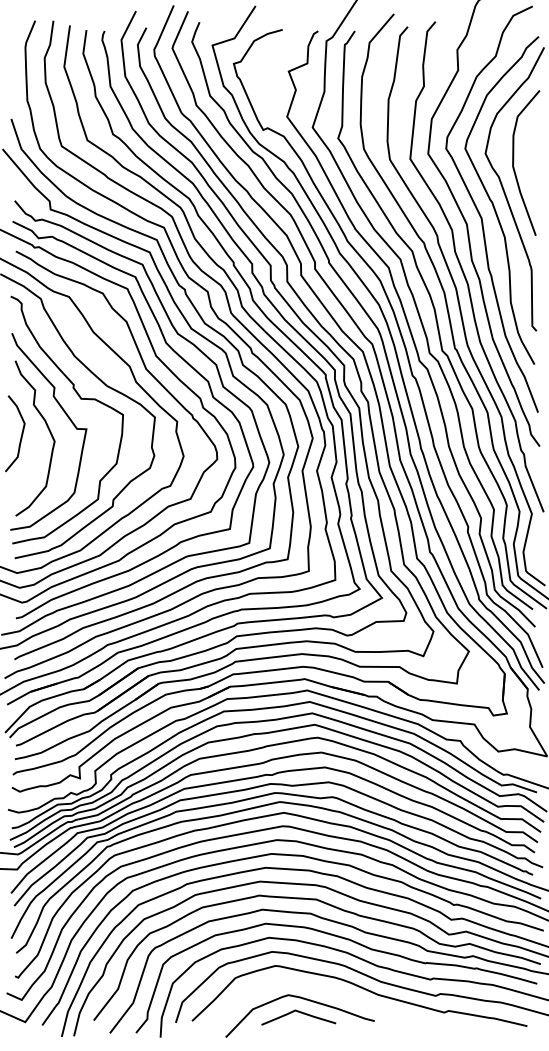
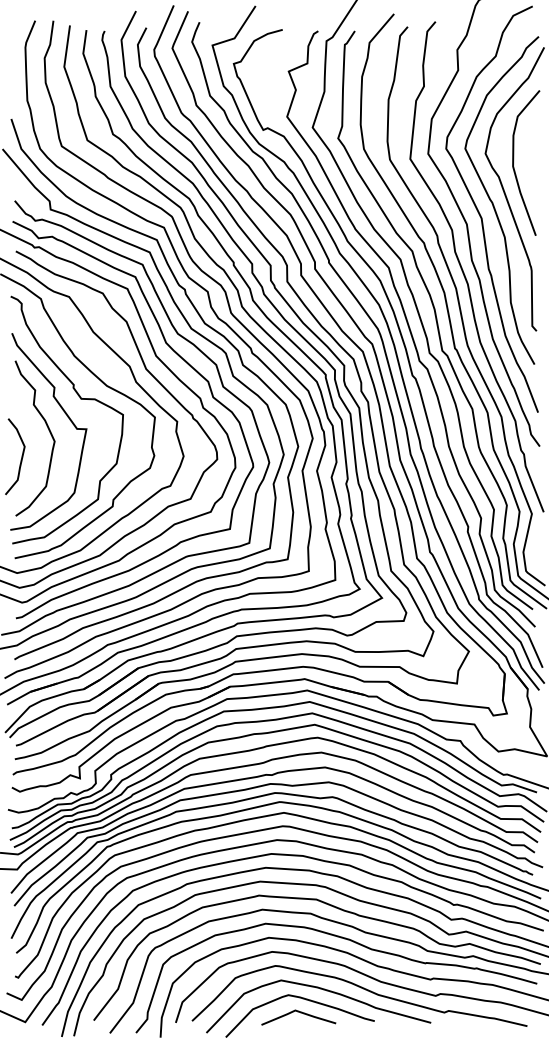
curve at (20, 436) position: (20, 436) -> (20, 459)
curve at (323, 990): none -> present
